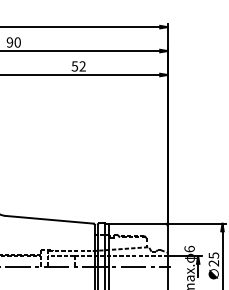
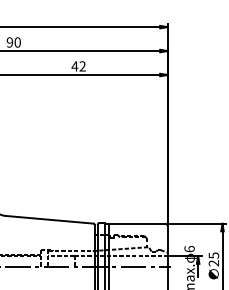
text at (74, 66): 52 -> 42
